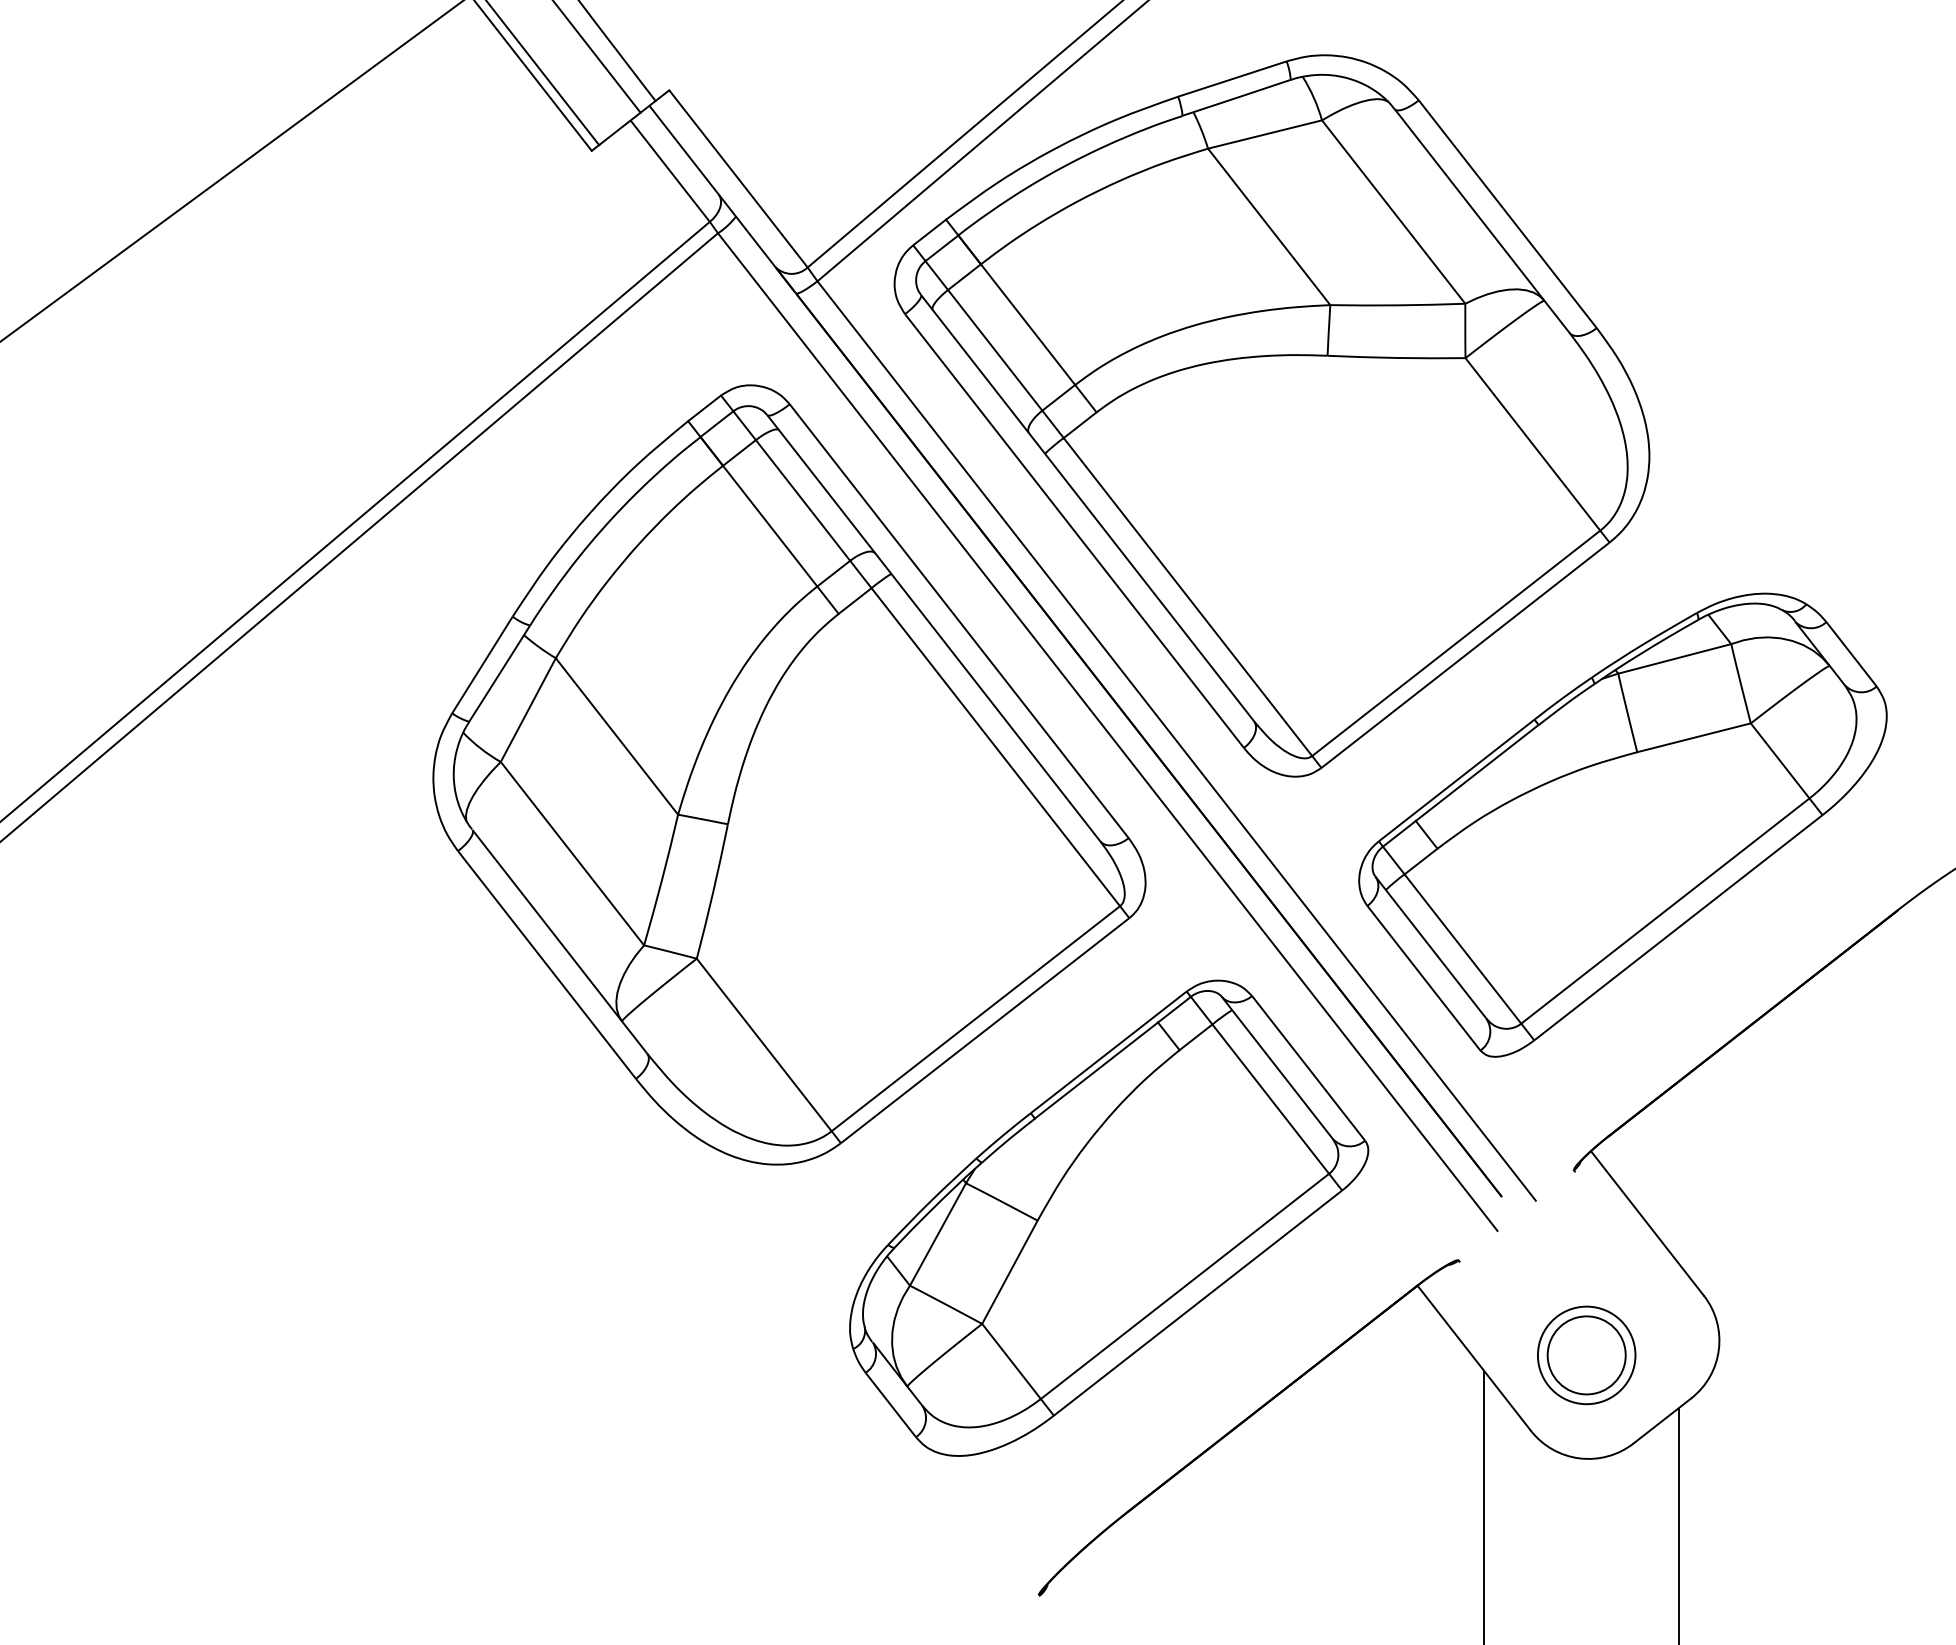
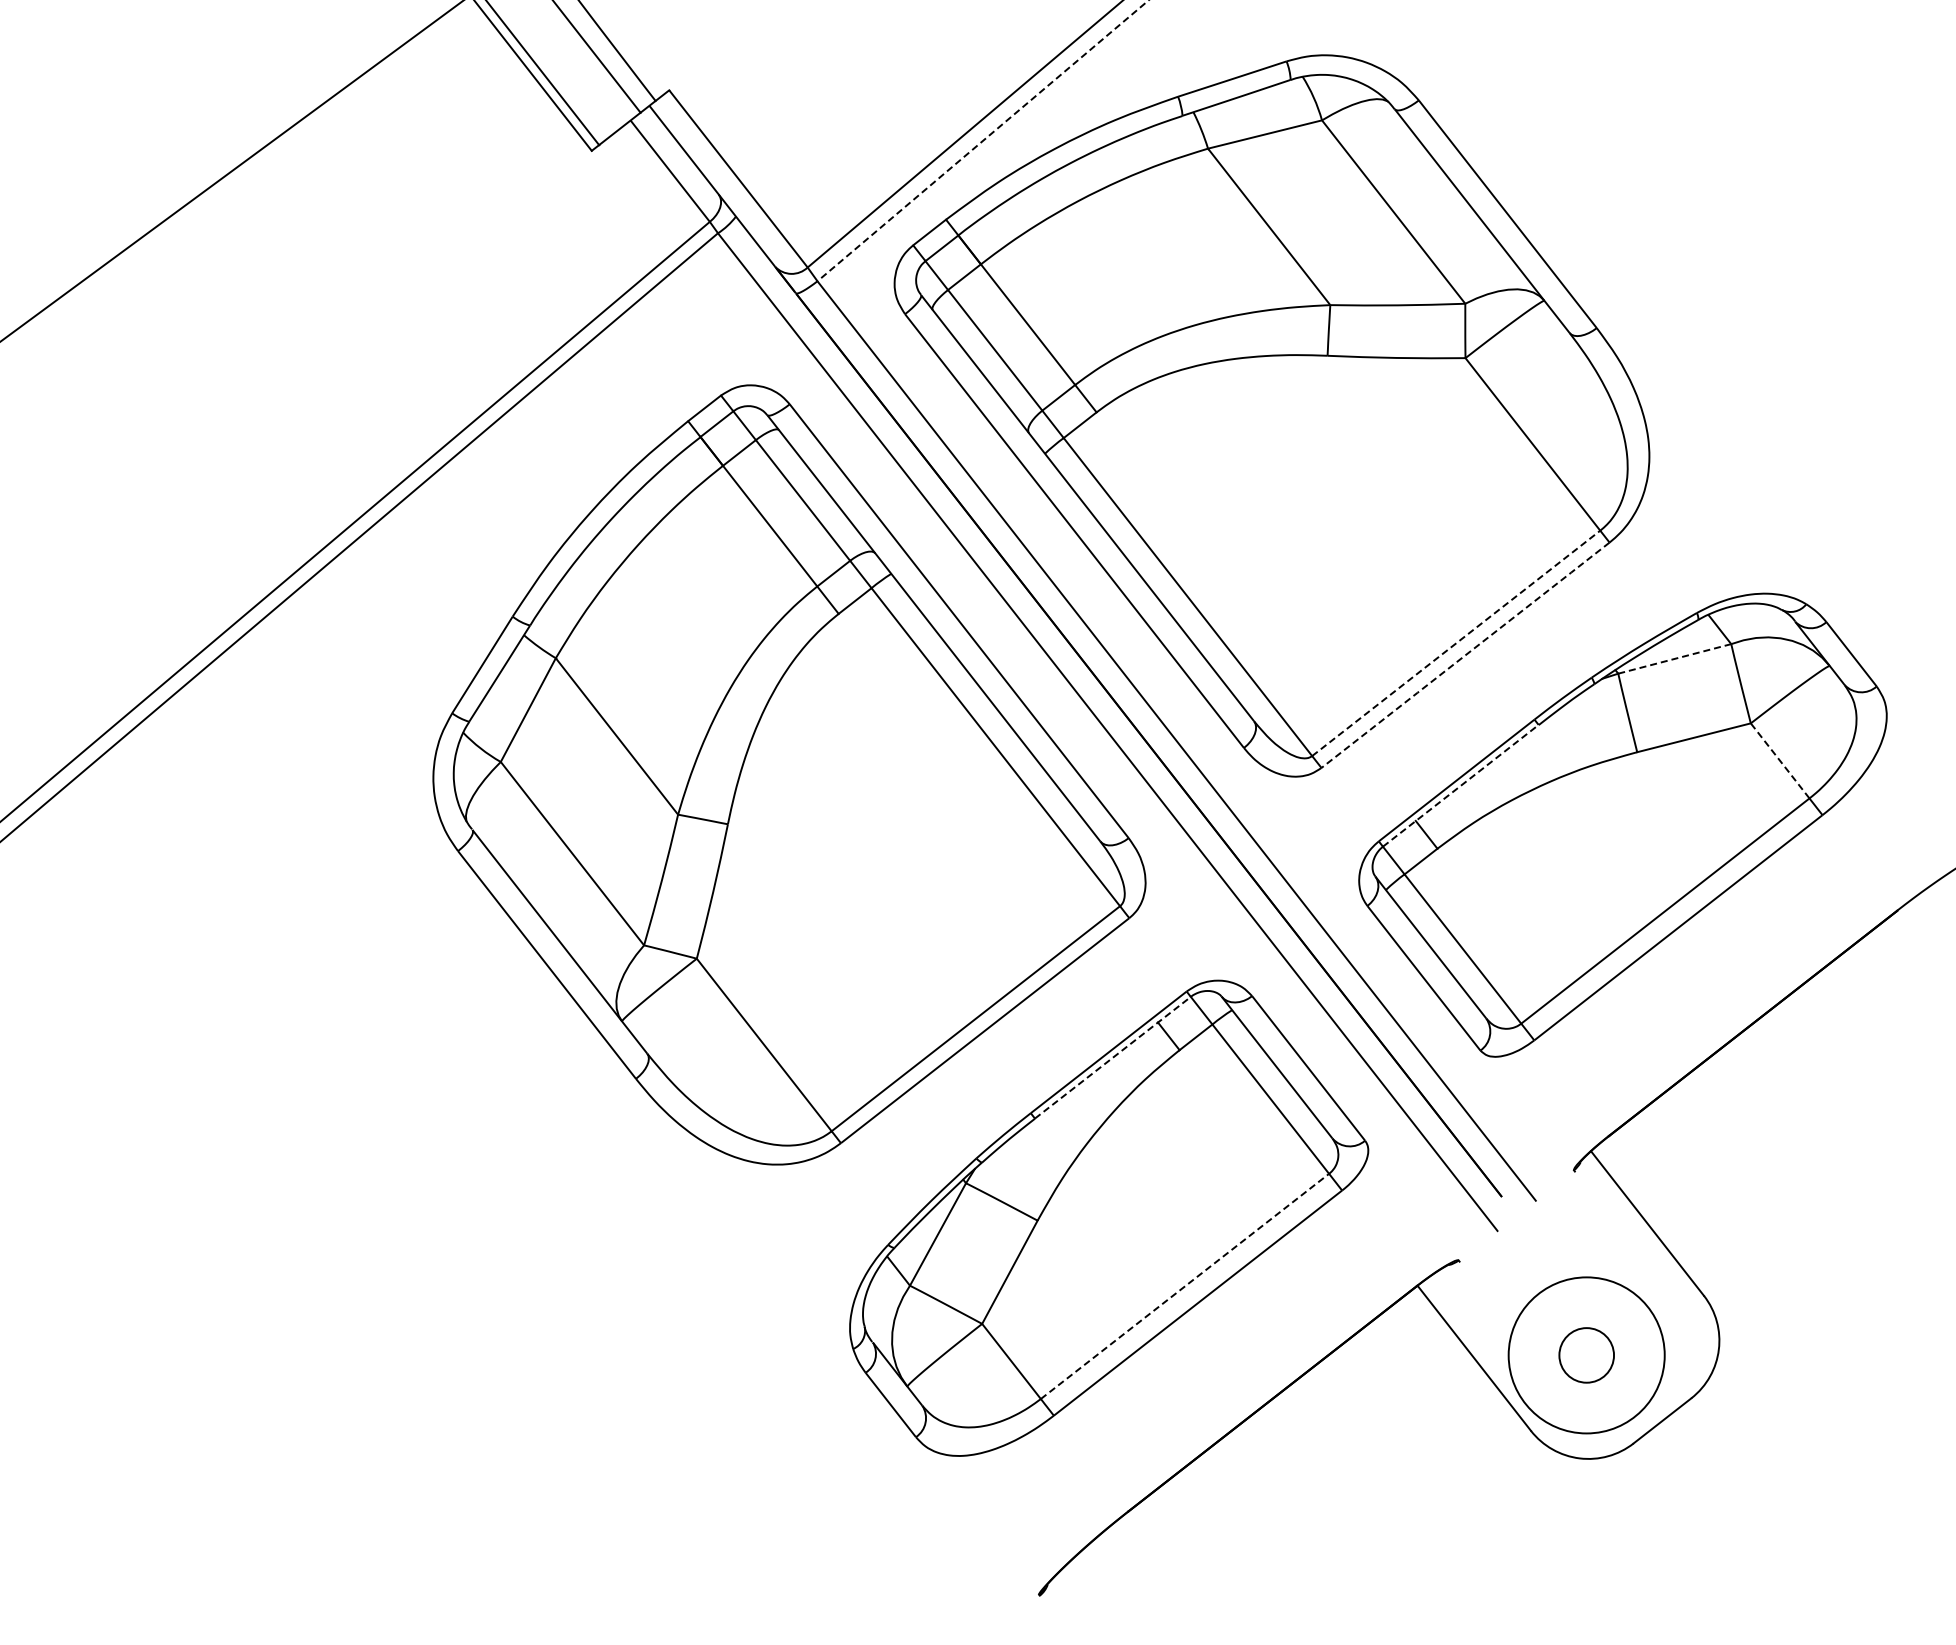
line at (982, 140): solid -> dashed
line at (1456, 643): solid -> dashed
line at (1465, 655): solid -> dashed
line at (1675, 658): solid -> dashed
line at (1780, 760): solid -> dashed
line at (1461, 785): solid -> dashed
line at (1112, 1057): solid -> dashed
line at (1184, 1286): solid -> dashed
circle at (1586, 1355) diameter: 78 px -> 55 px
circle at (1586, 1355) diameter: 98 px -> 156 px
line at (1484, 1505): present -> none
line at (1679, 1524): present -> none
